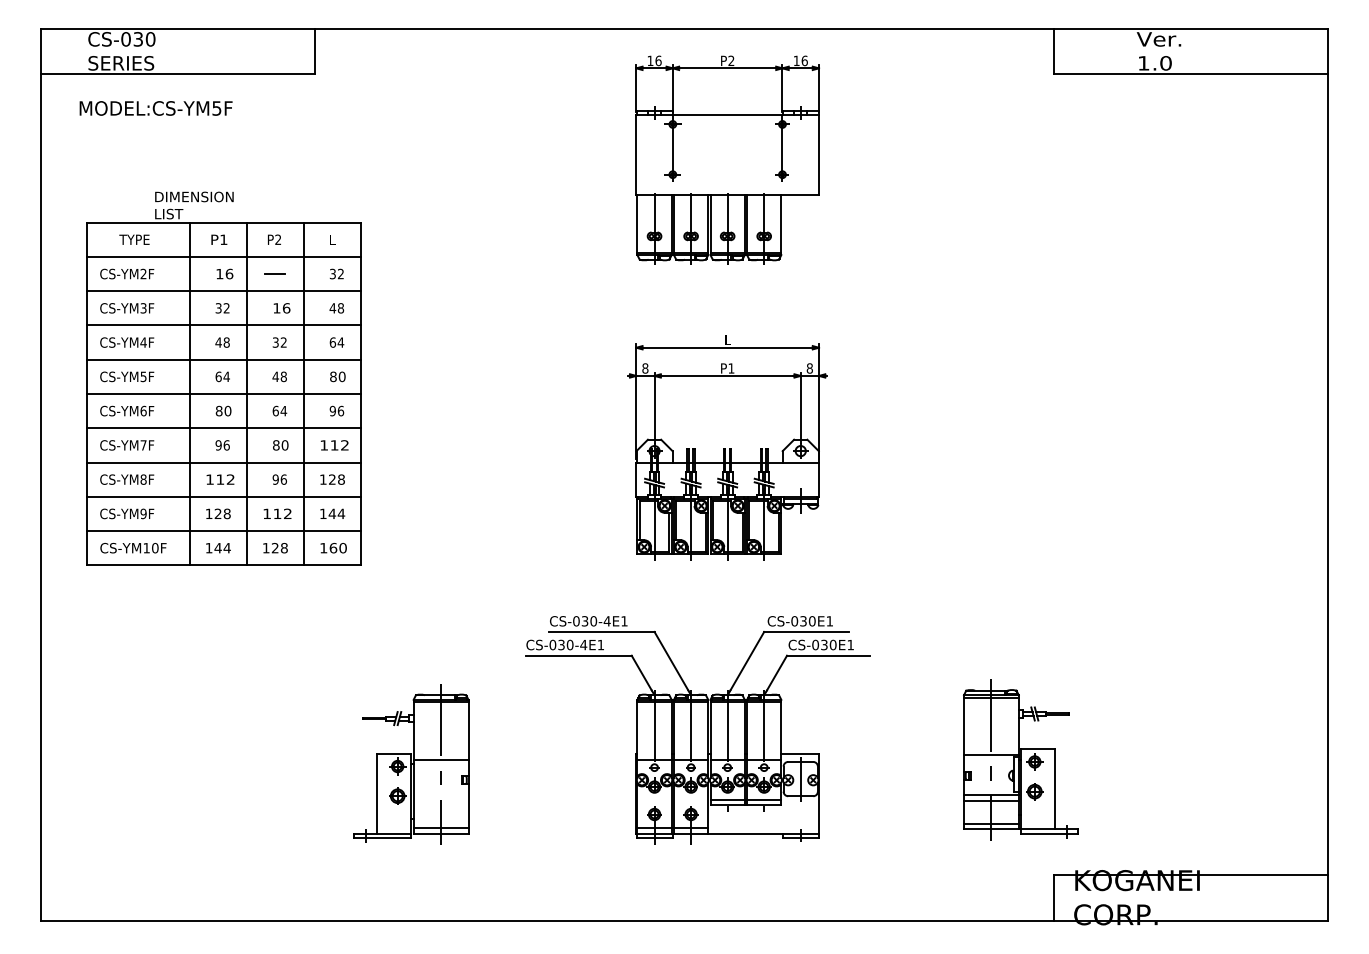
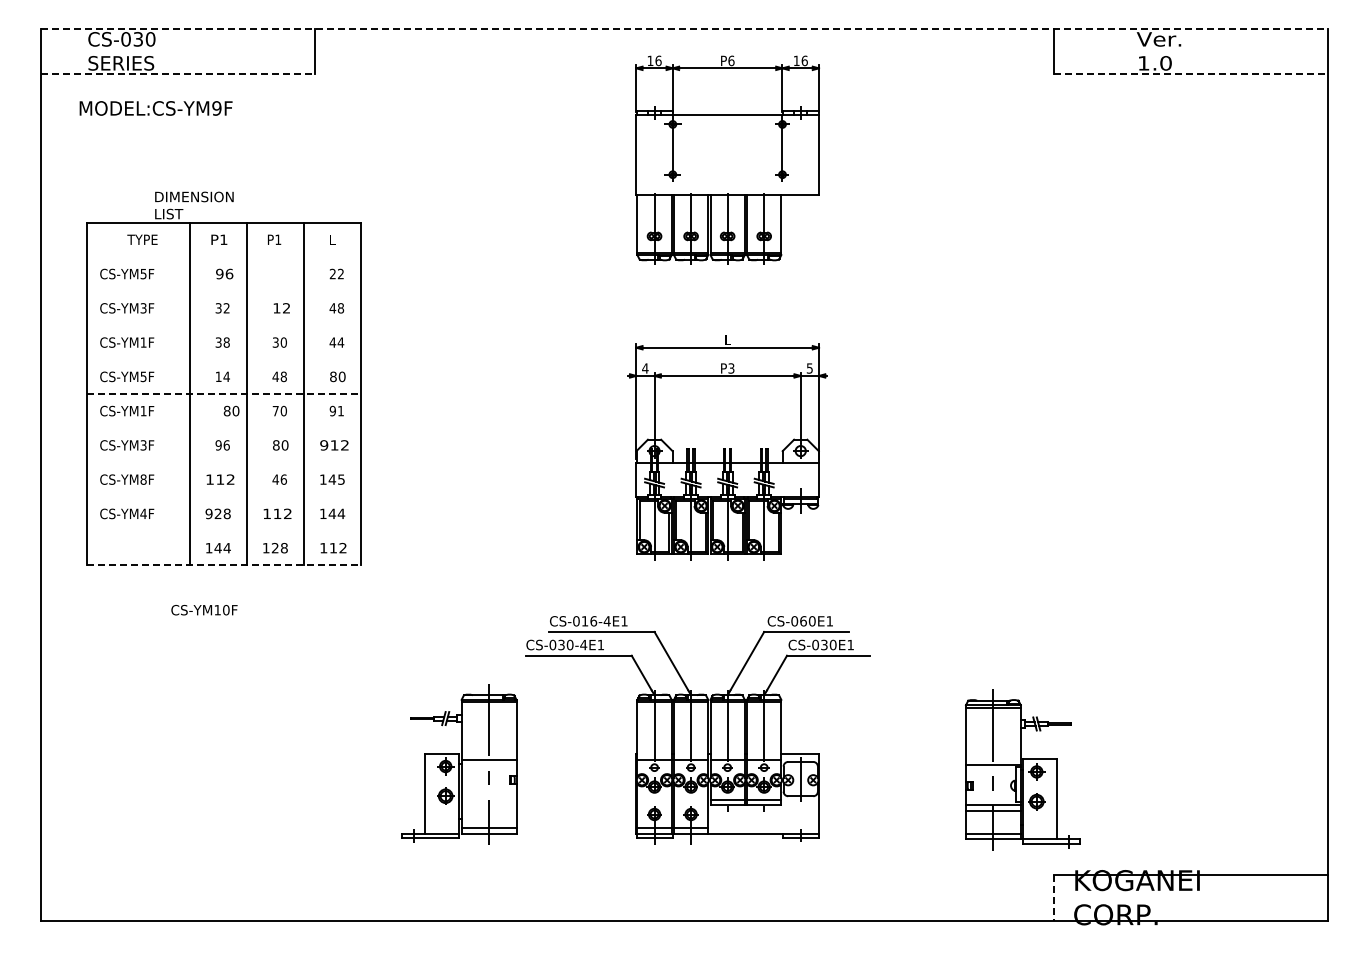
line at (684, 28): solid -> dashed
text at (731, 60): P2 -> P6
line at (178, 74): solid -> dashed
line at (1191, 74): solid -> dashed
text at (216, 108): MODEL:CS-YM5F -> MODEL:CS-YM9F
text at (134, 239) position: (134, 239) -> (142, 239)
text at (278, 239): P2 -> P1
line at (223, 256): present -> none
text at (143, 273): CS-YM2F -> CS-YM5F
text at (219, 273): 16 -> 96
line at (274, 273): present -> none
text at (332, 274): 32 -> 22
line at (223, 291): present -> none
text at (286, 308): 16 -> 12
line at (223, 325): present -> none
text at (143, 342): CS-YM4F -> CS-YM1F
text at (218, 342): 48 -> 38
text at (283, 342): 32 -> 30
text at (332, 342): 64 -> 44
line at (223, 359): present -> none
text at (645, 368): 8 -> 4
text at (731, 368): P1 -> P3
text at (809, 368): 8 -> 5
text at (218, 376): 64 -> 14
line at (224, 394): solid -> dashed
text at (143, 410): CS-YM6F -> CS-YM1F
text at (223, 410) position: (223, 410) -> (231, 410)
text at (279, 410): 64 -> 70
text at (340, 410): 96 -> 91
line at (223, 428): present -> none
text at (143, 445): CS-YM7F -> CS-YM3F
text at (324, 445): 112 -> 912
line at (223, 462): present -> none
text at (275, 479): 96 -> 46
text at (336, 479): 128 -> 145
line at (223, 496): present -> none
text at (143, 513): CS-YM9F -> CS-YM4F
text at (208, 513): 128 -> 928
line at (223, 531): present -> none
text at (337, 547): 160 -> 112
text at (133, 548) position: (133, 548) -> (204, 610)
line at (224, 565): solid -> dashed
text at (589, 621): CS-030-4E1 -> CS-016-4E1
text at (803, 621): CS-030E1 -> CS-060E1
part at (1020, 759) position: (1020, 759) -> (1022, 769)
part at (411, 764) position: (411, 764) -> (459, 764)
line at (1053, 897): solid -> dashed
